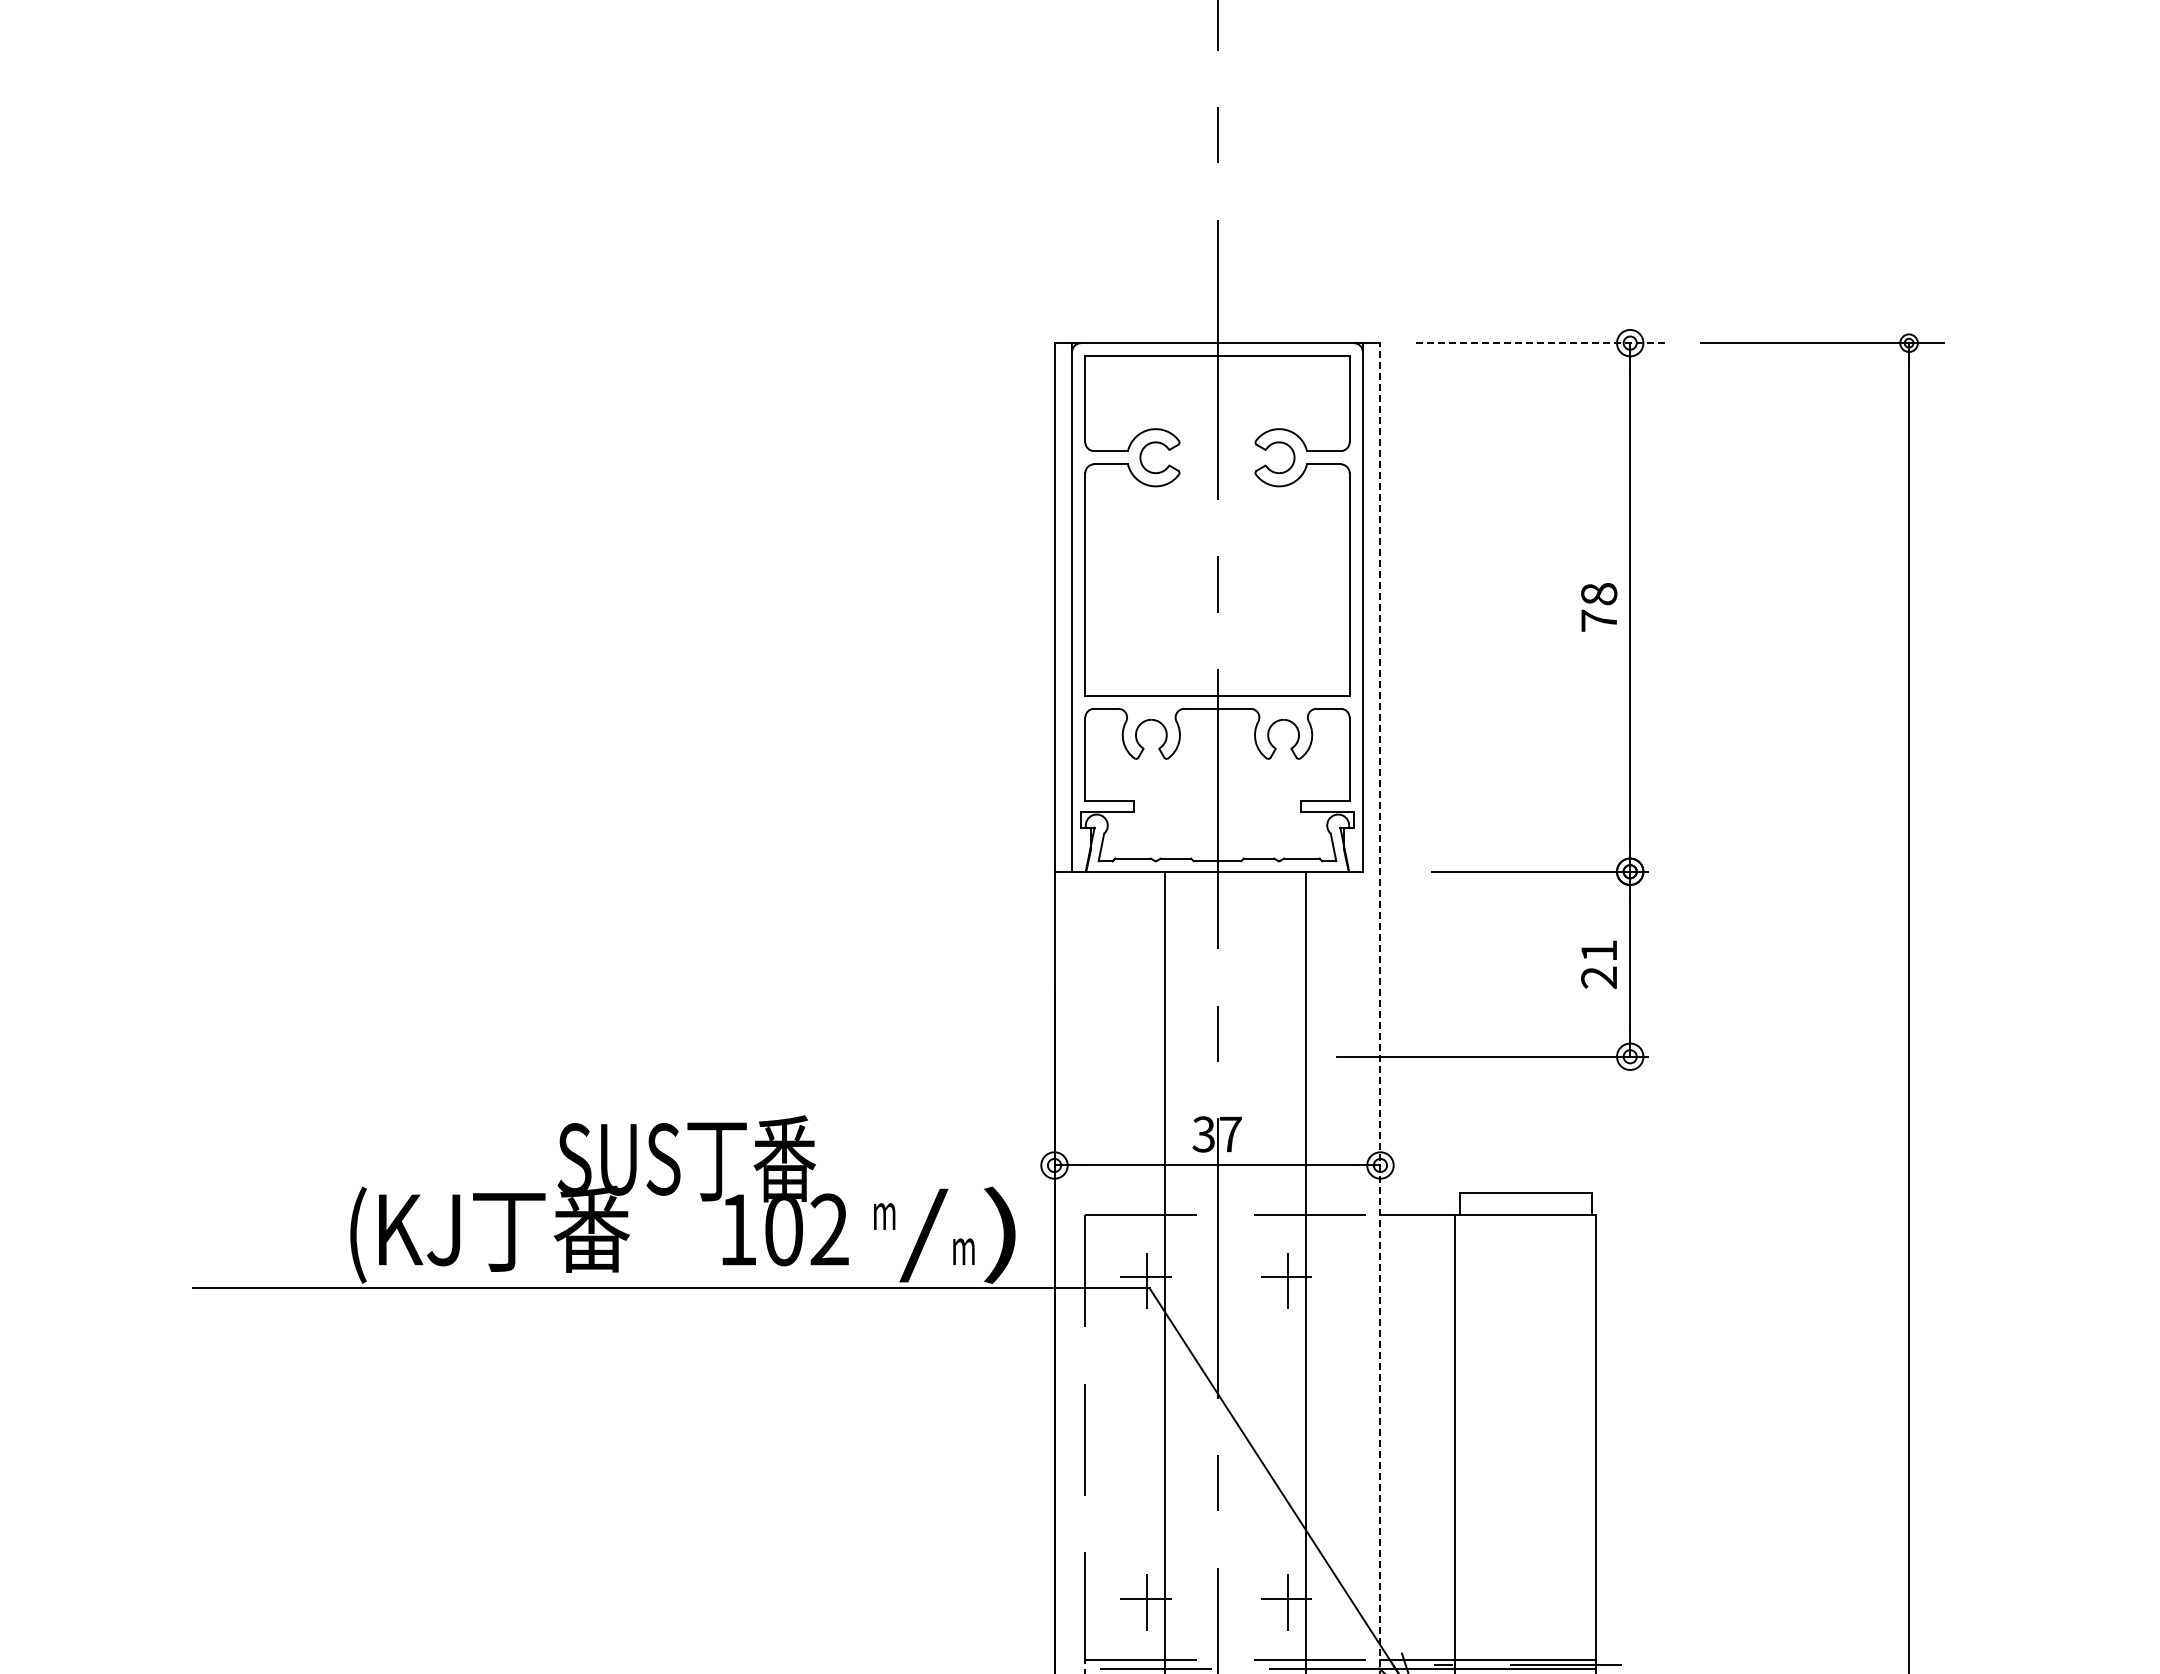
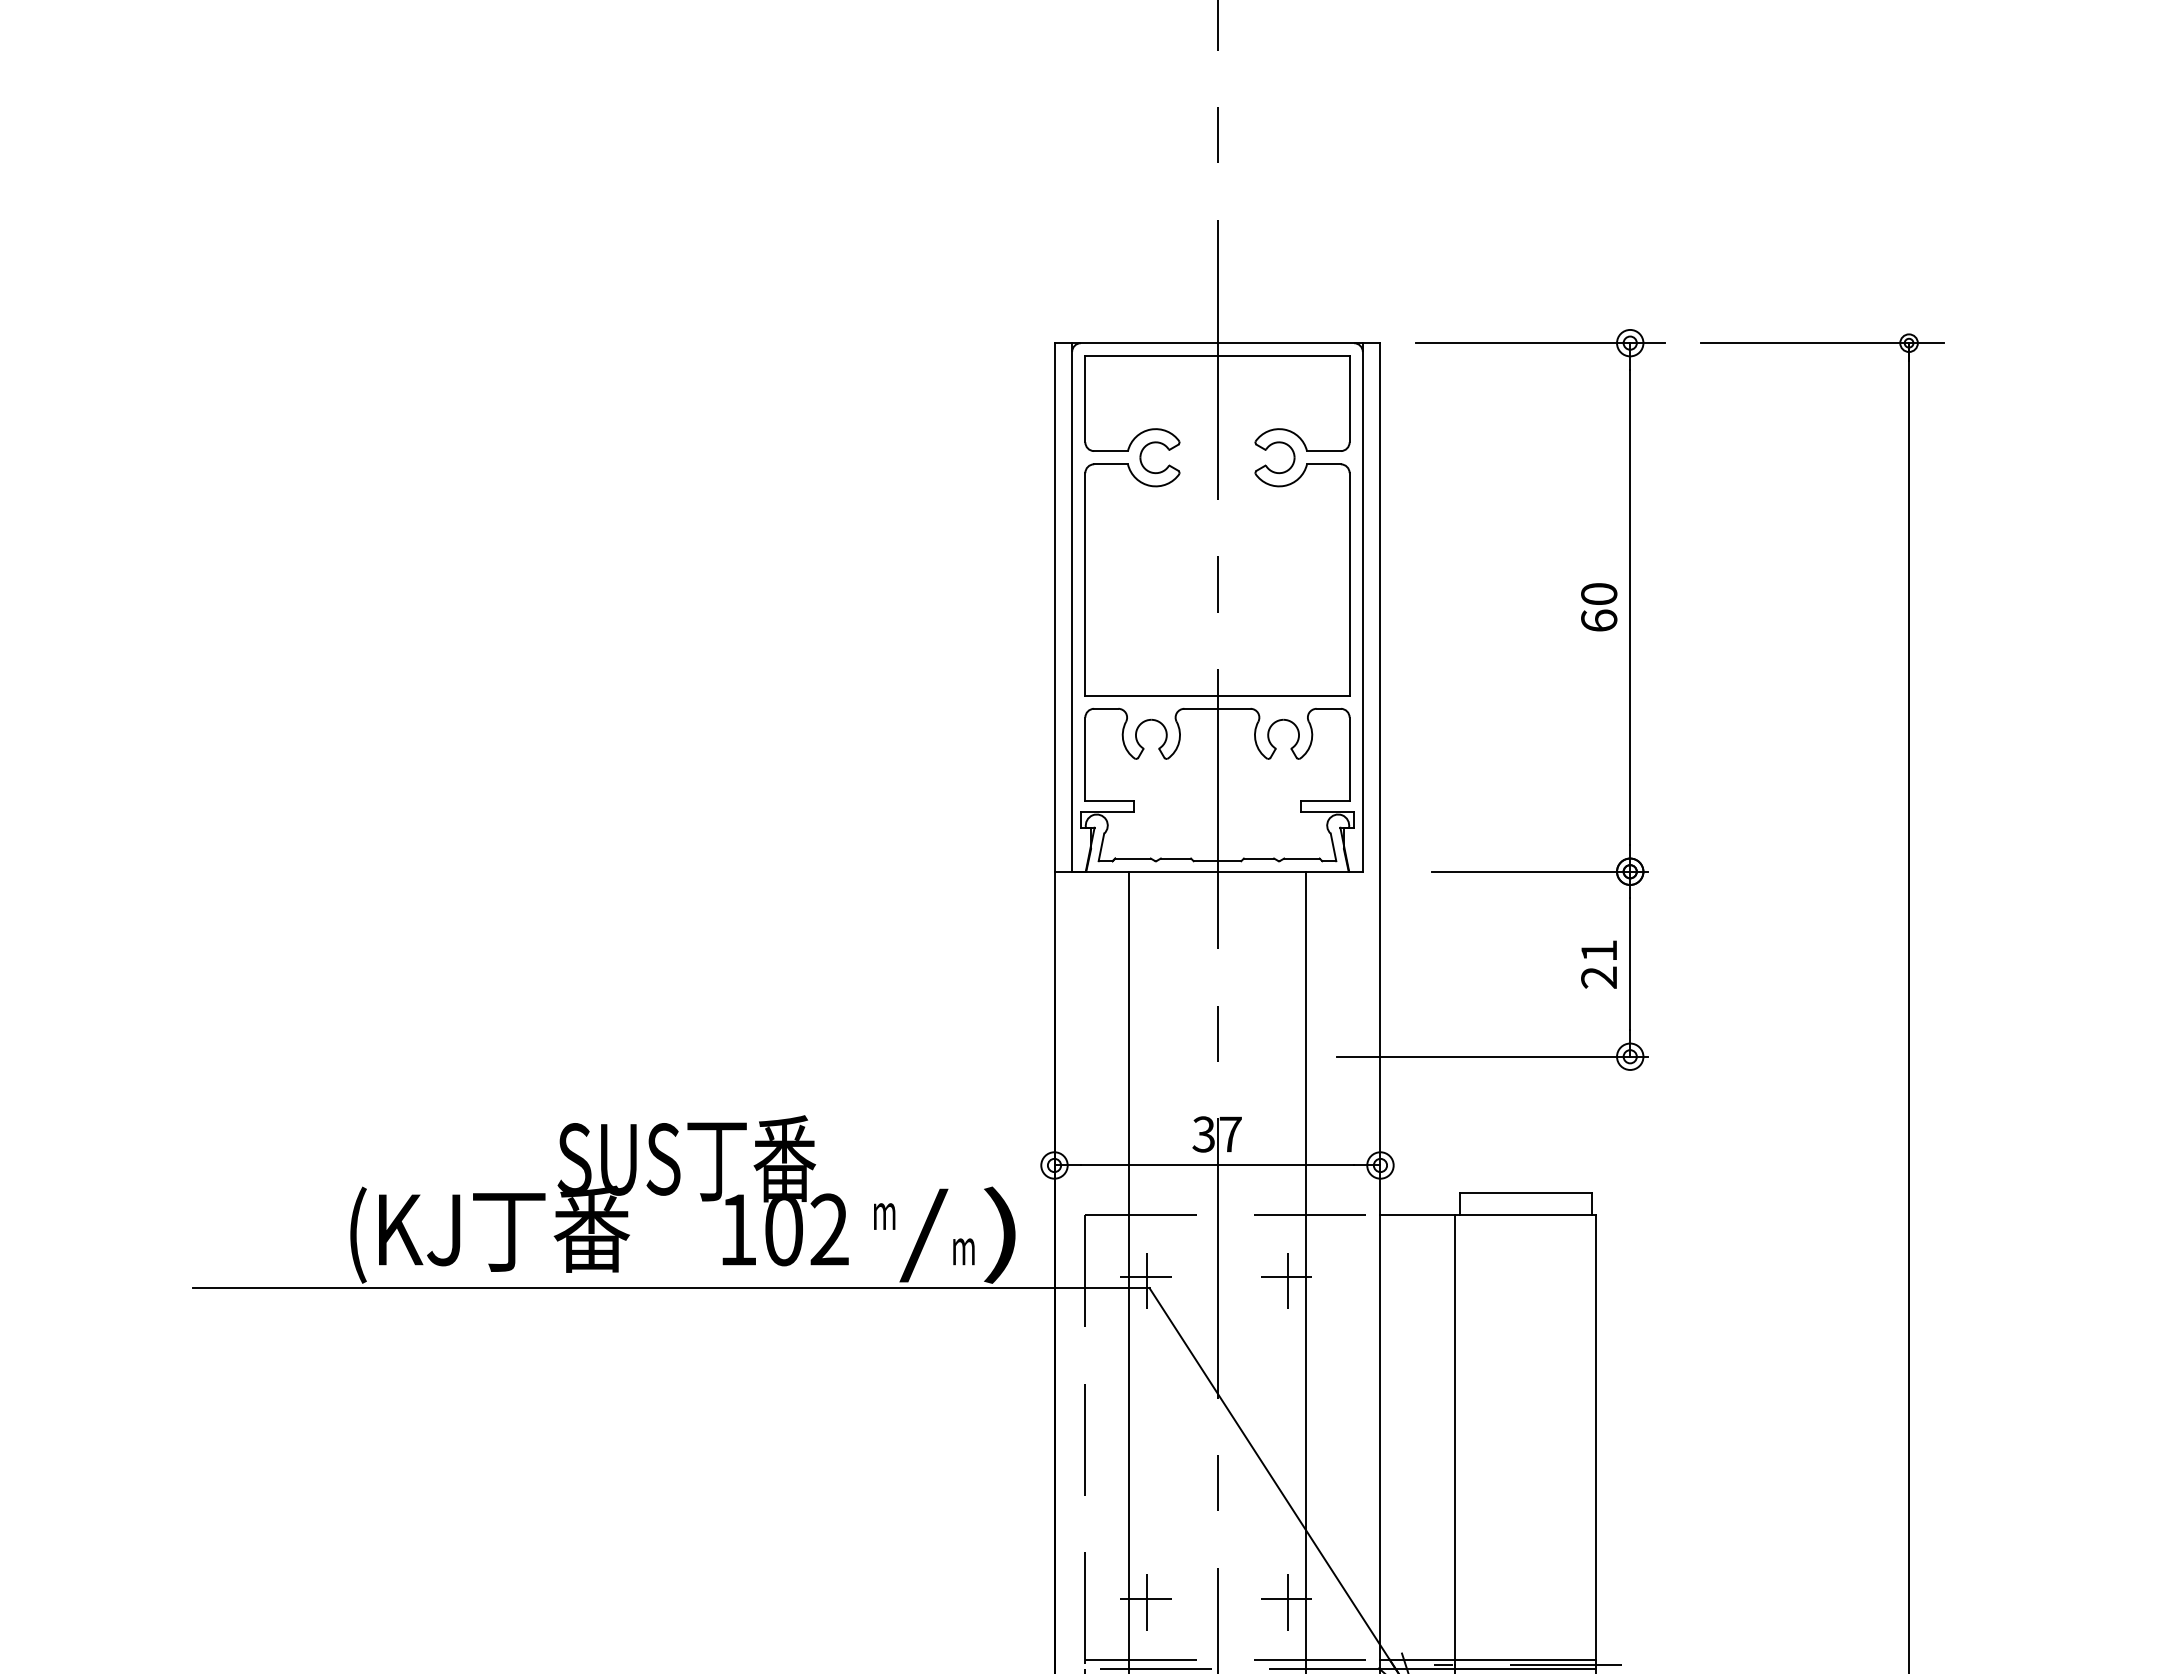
line at (1540, 343): dashed -> solid
text at (1599, 607): 78 -> 60
line at (1380, 1008): dashed -> solid
line at (1165, 1270) position: (1165, 1270) -> (1129, 1270)
